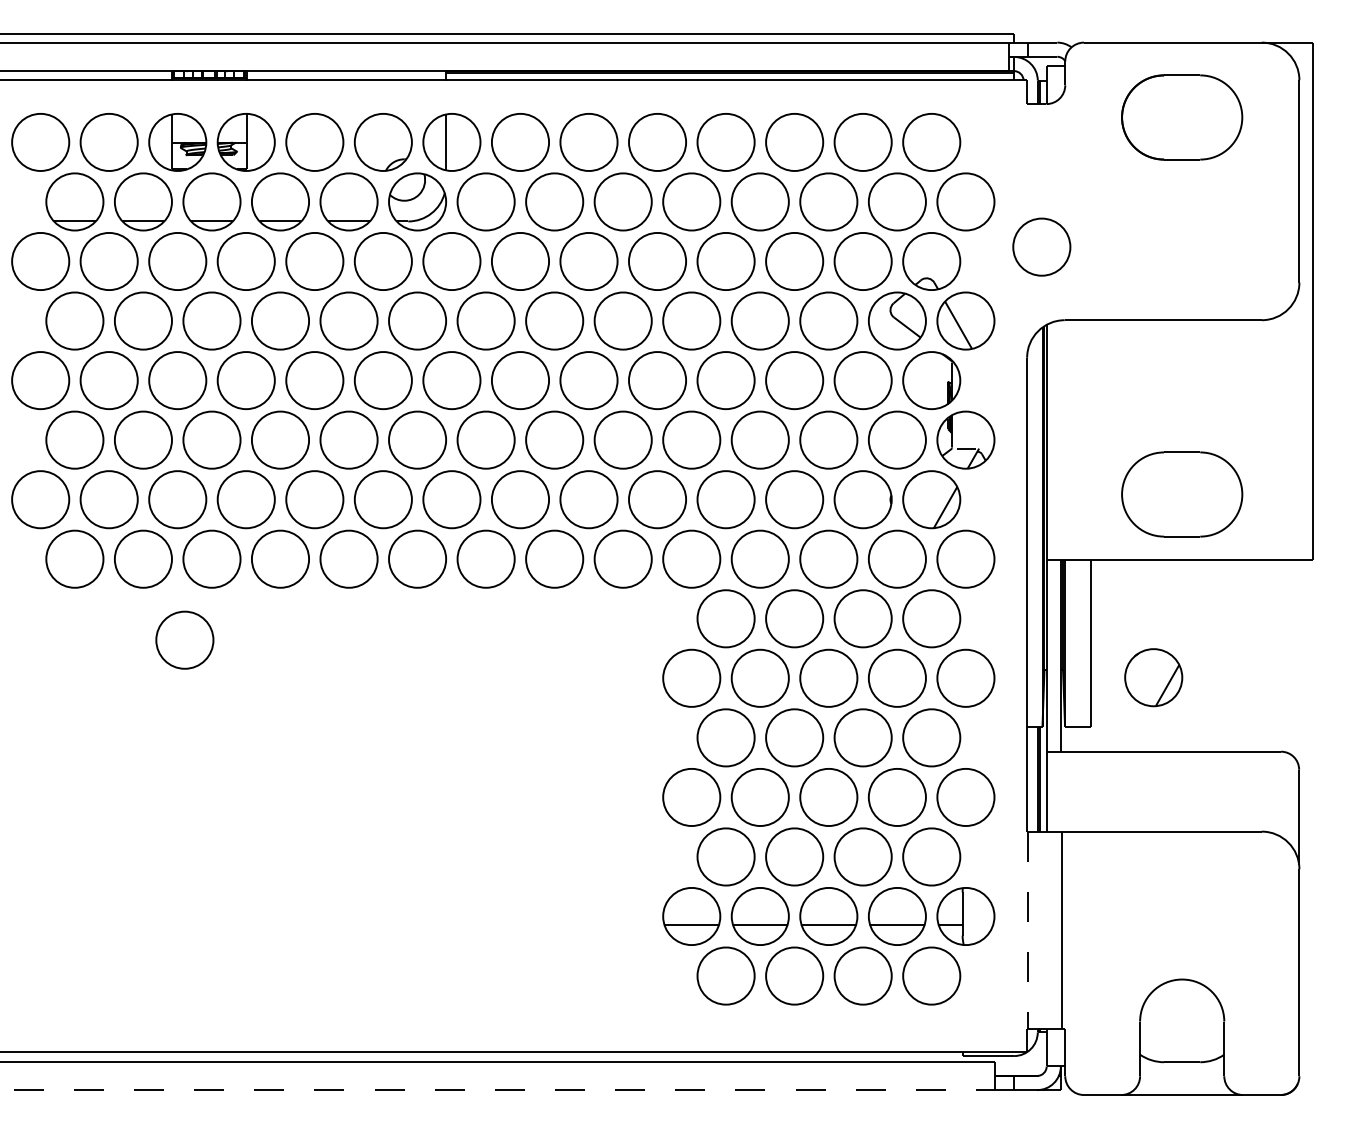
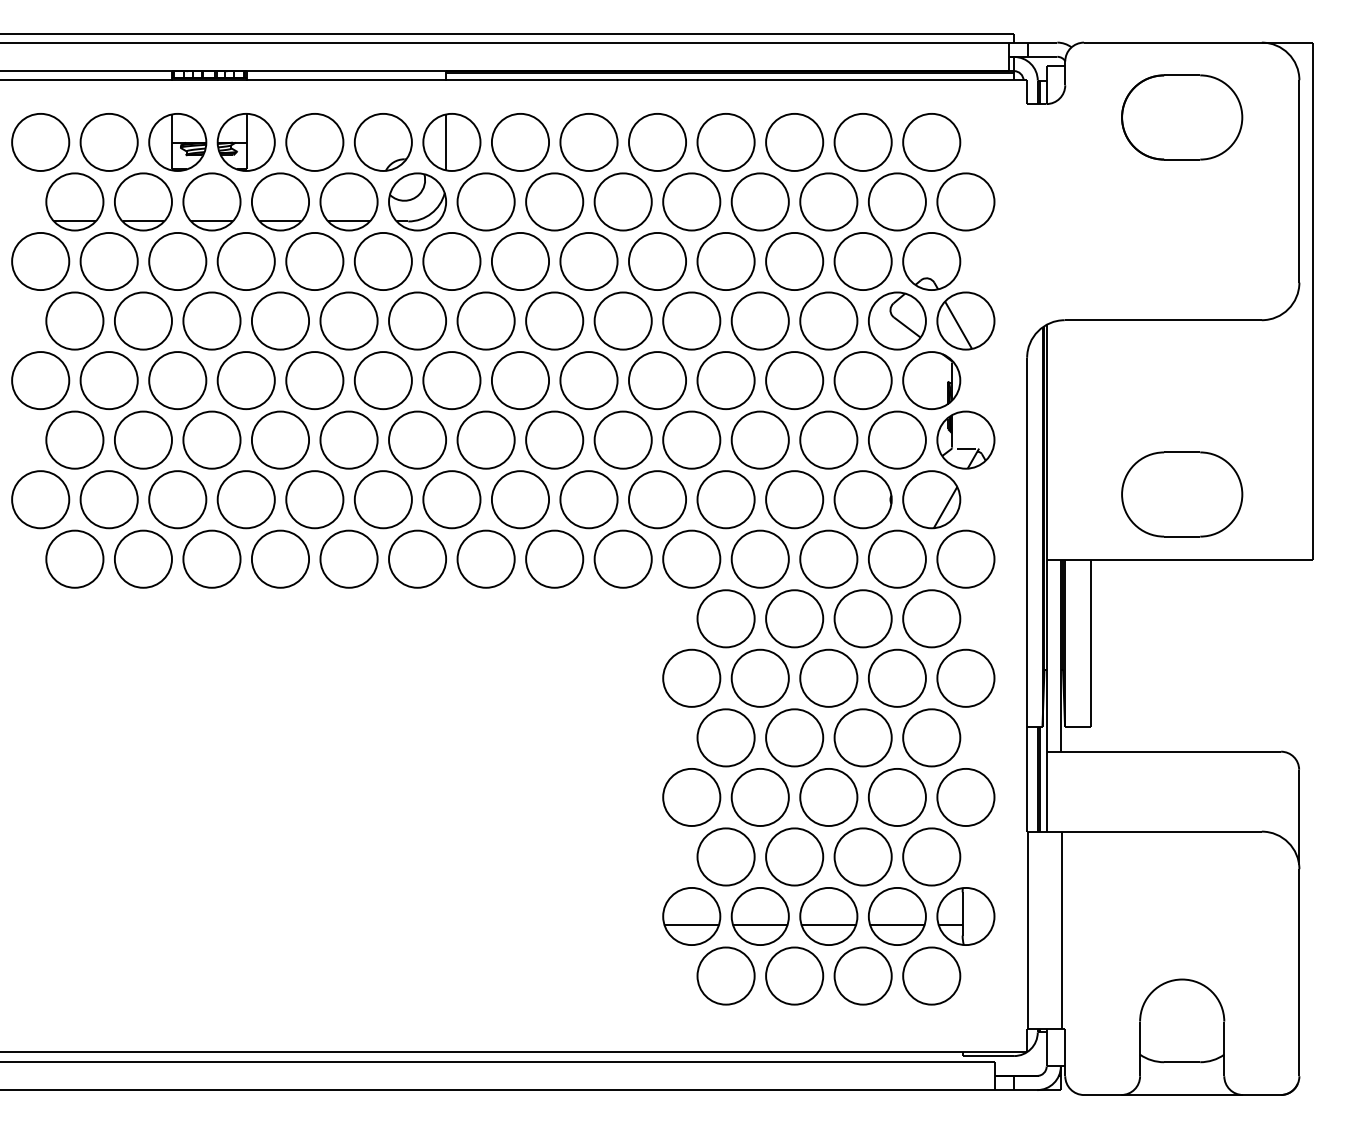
part at (1041, 246): present -> none
part at (184, 639): present -> none
part at (1153, 677): present -> none
line at (1028, 930): dashed -> solid
line at (498, 1090): dashed -> solid
